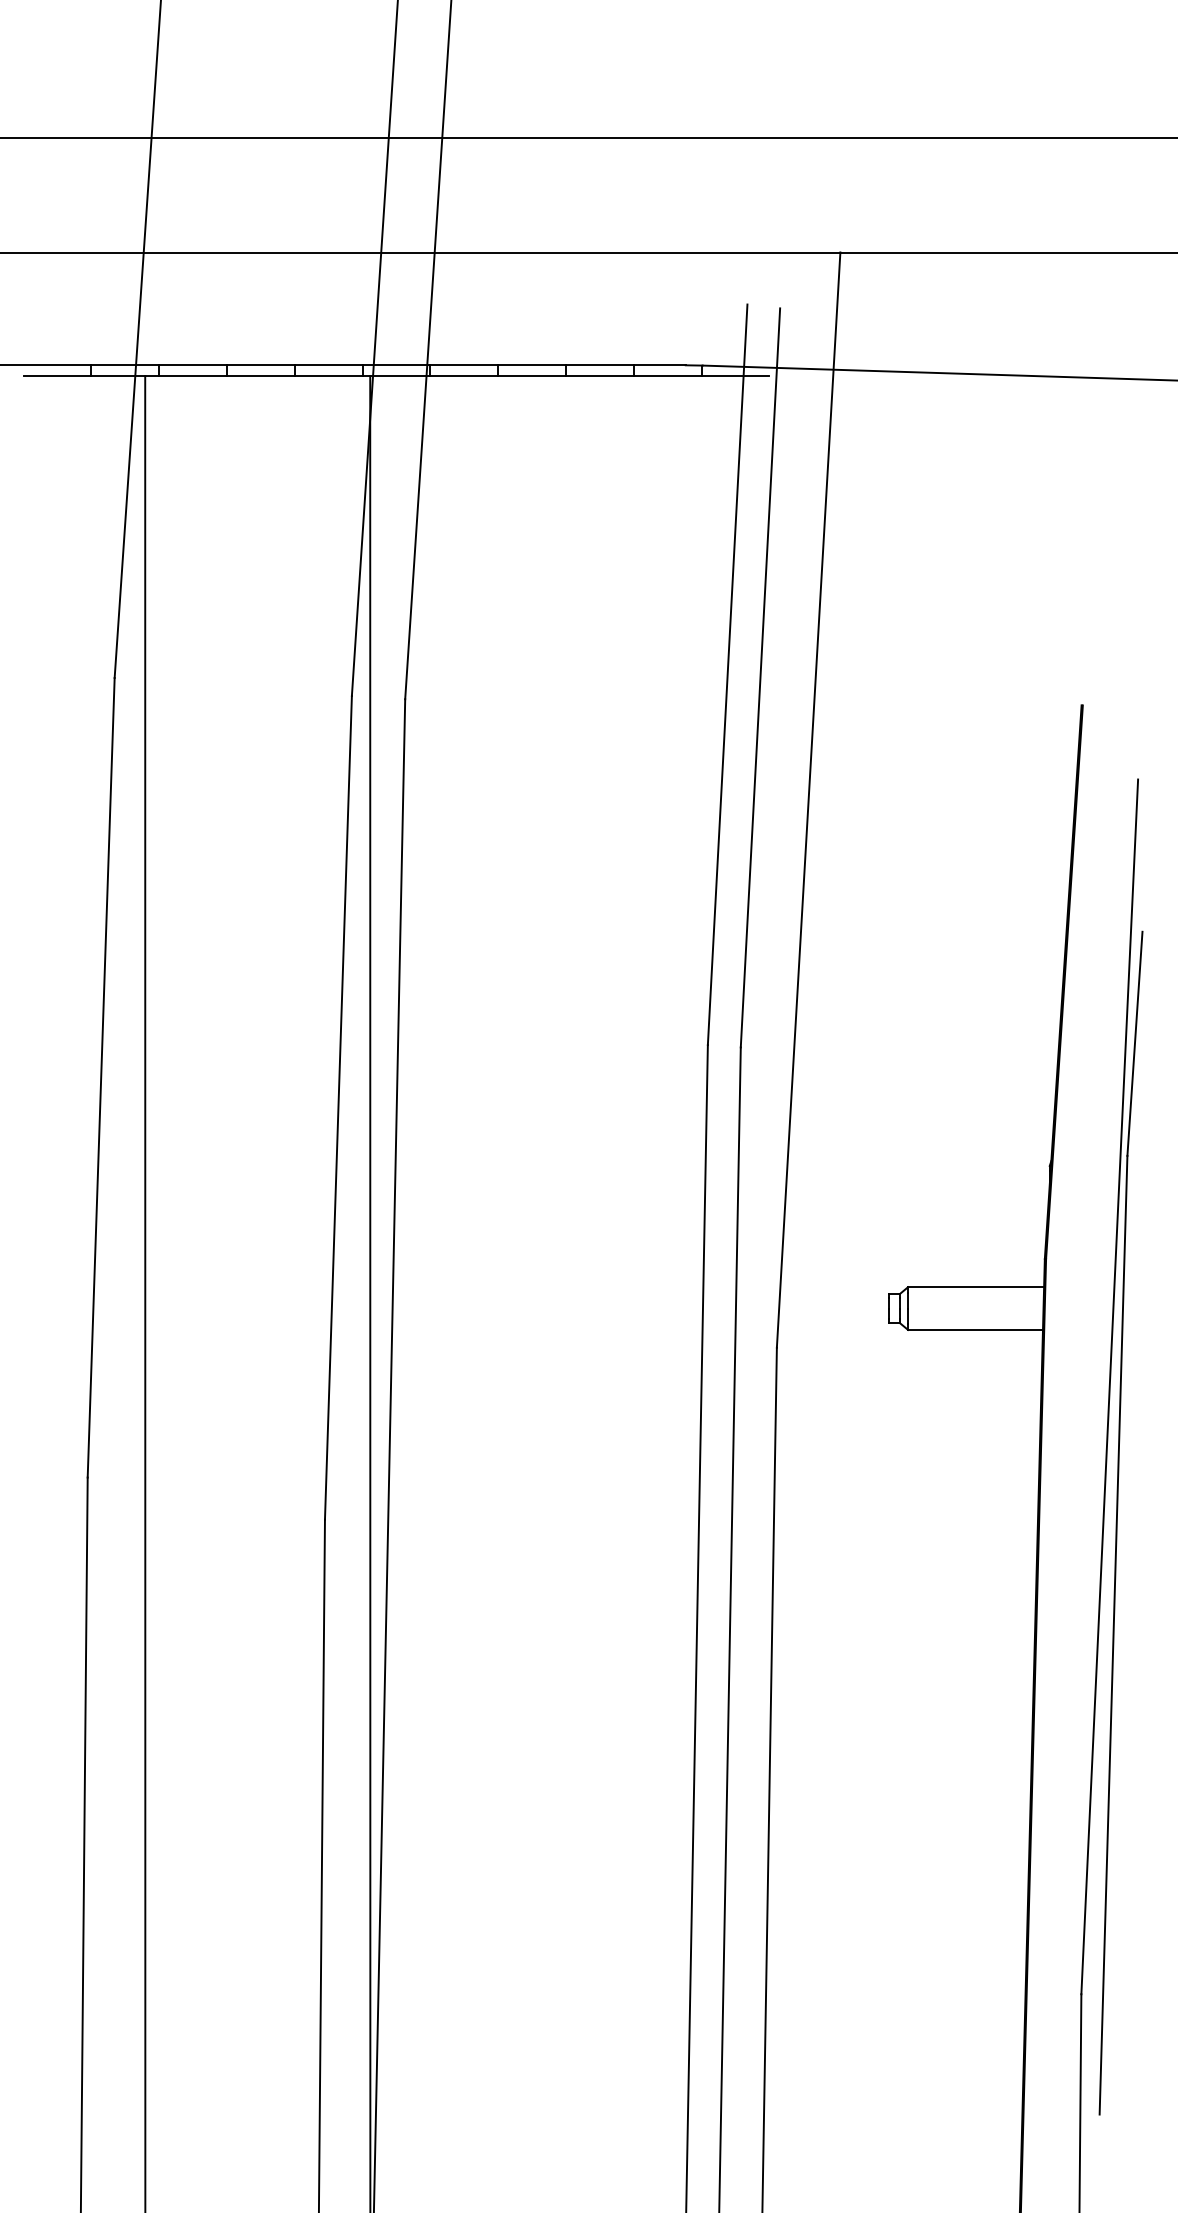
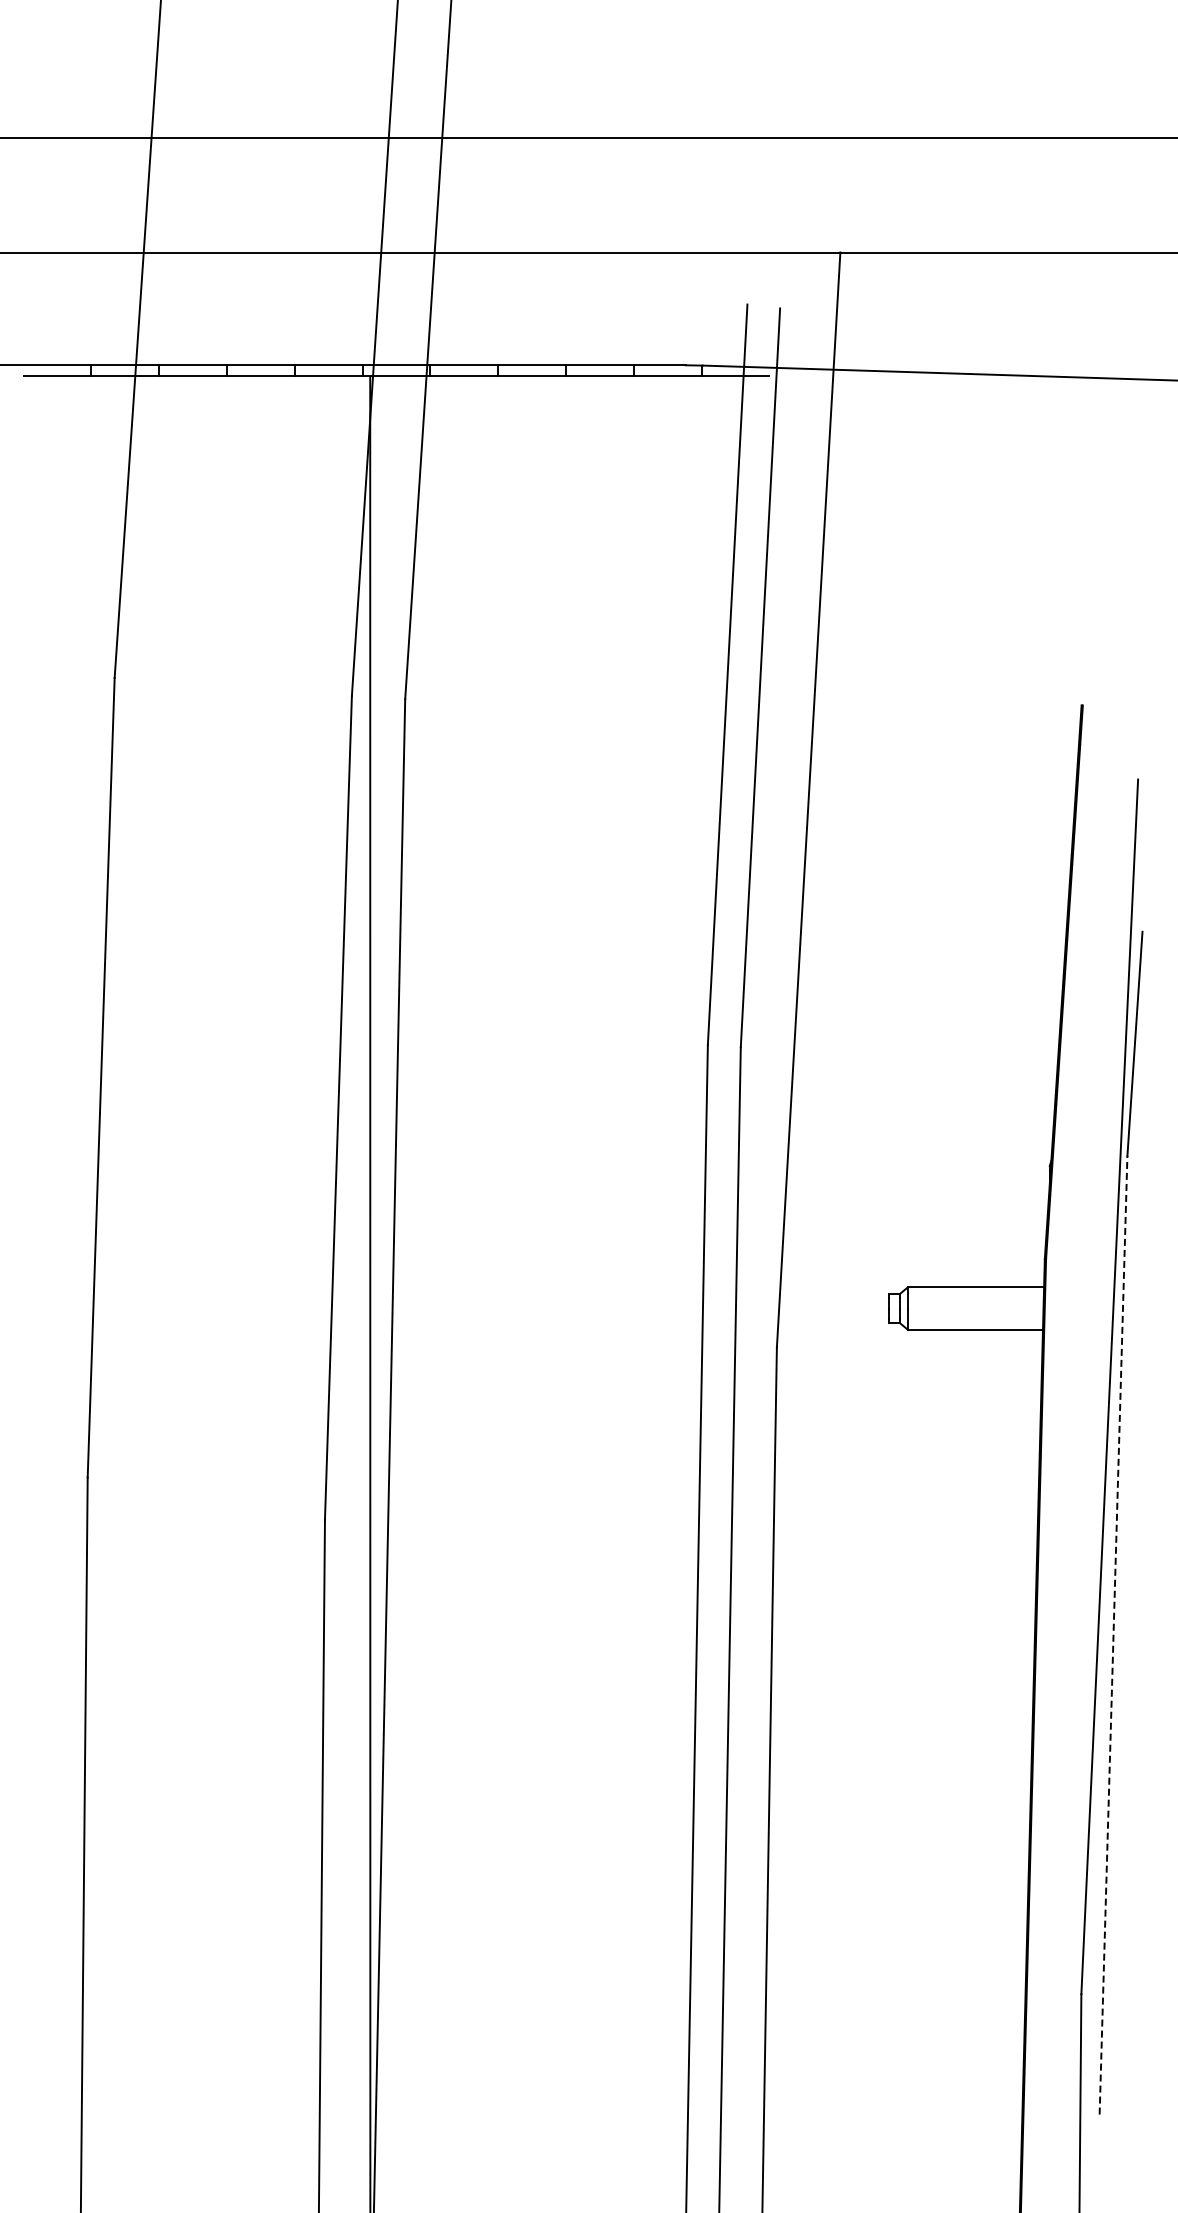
line at (145, 1292): present -> none
line at (1113, 1635): solid -> dashed
